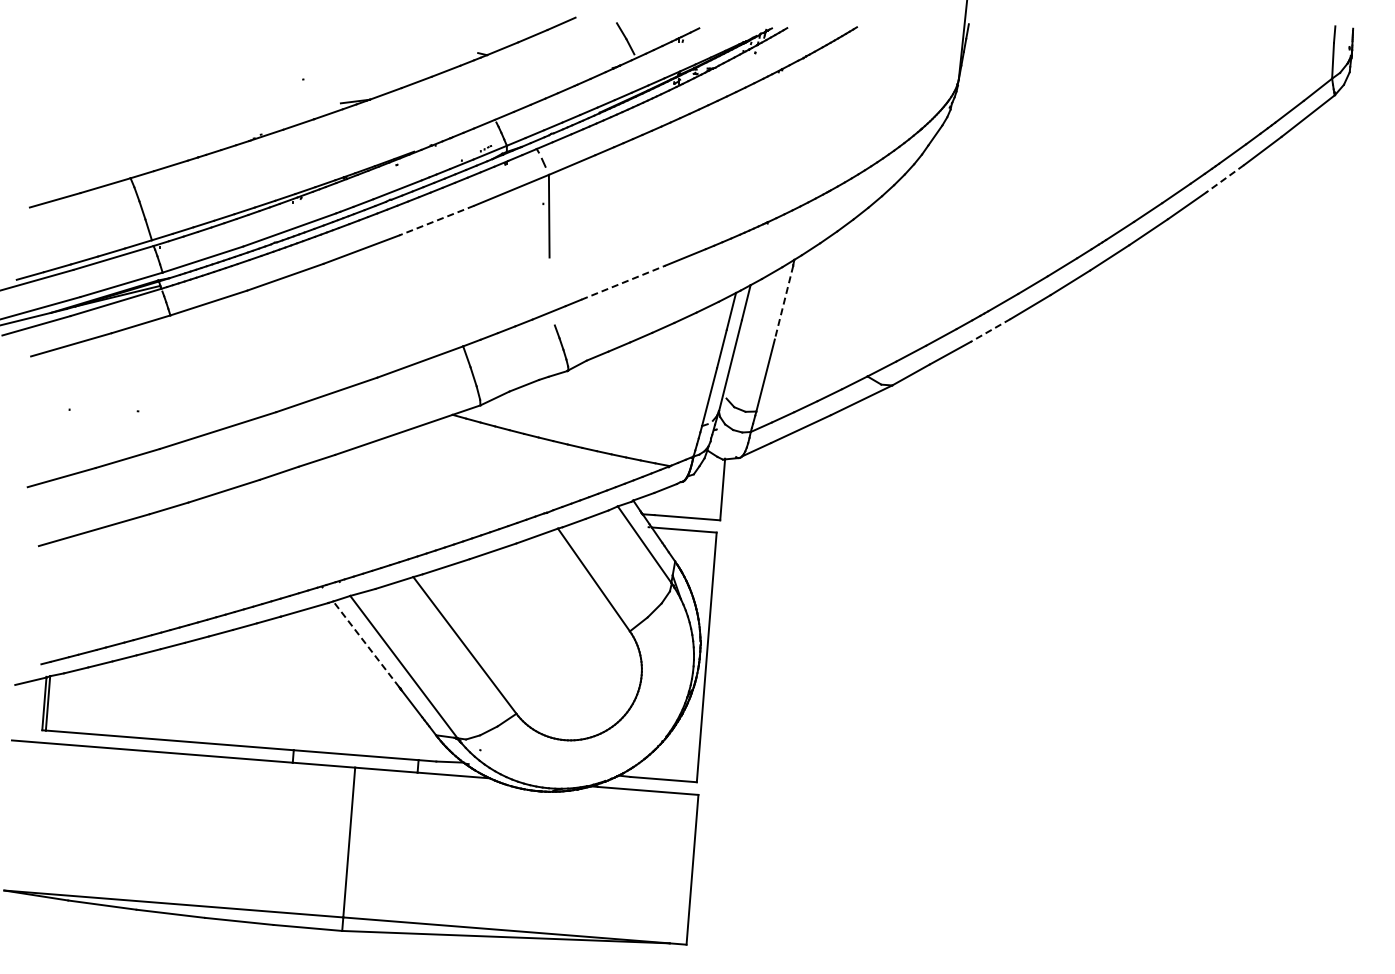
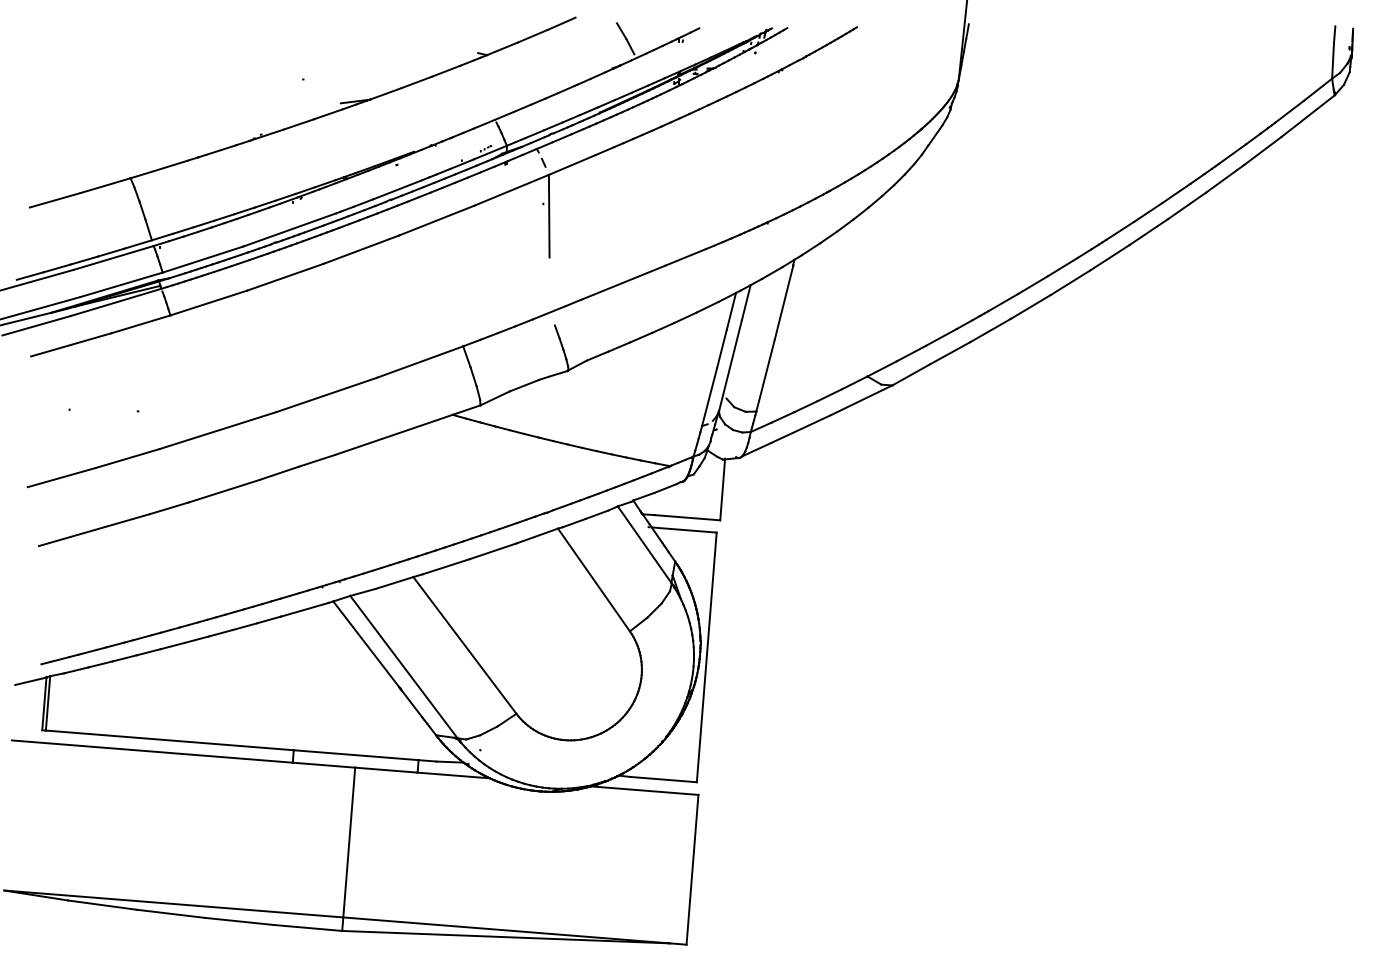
line at (1224, 179): dashed -> solid
line at (436, 220): dashed -> solid
line at (623, 282): dashed -> solid
line at (783, 303): dashed -> solid
line at (990, 330): dashed -> solid
line at (366, 643): dashed -> solid
